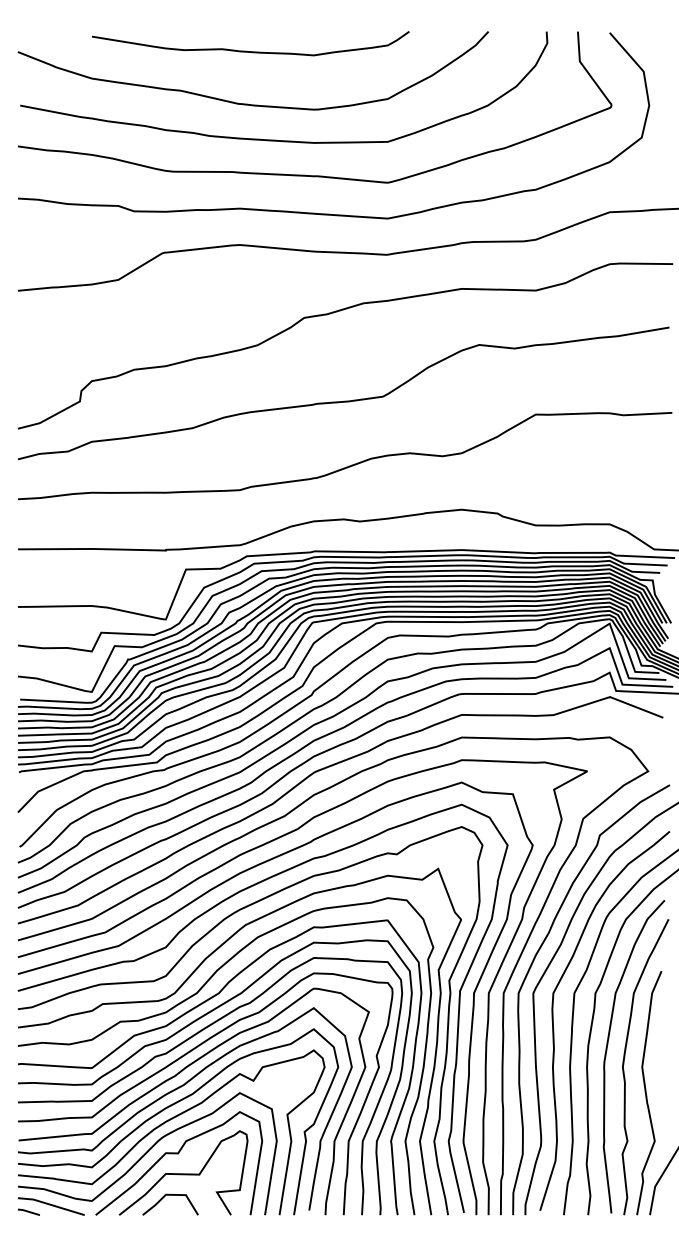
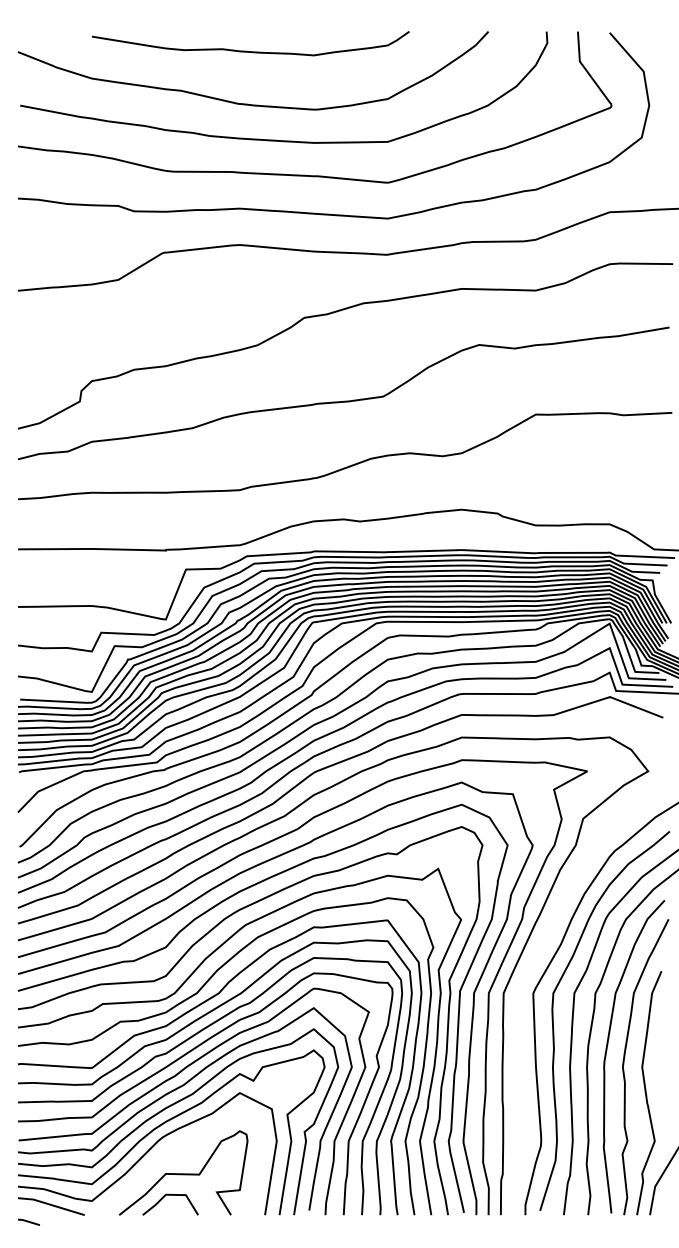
curve at (530, 969): present -> none
curve at (178, 1154): present -> none
line at (28, 1211) position: (28, 1211) -> (28, 1221)
